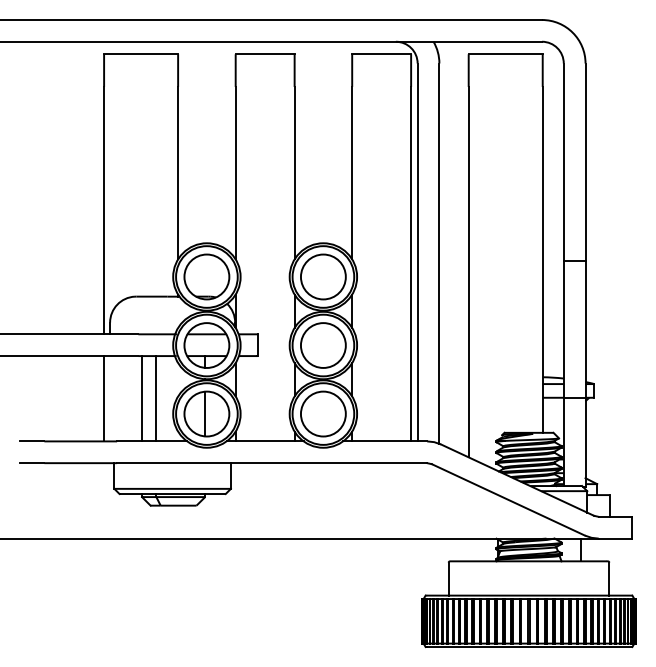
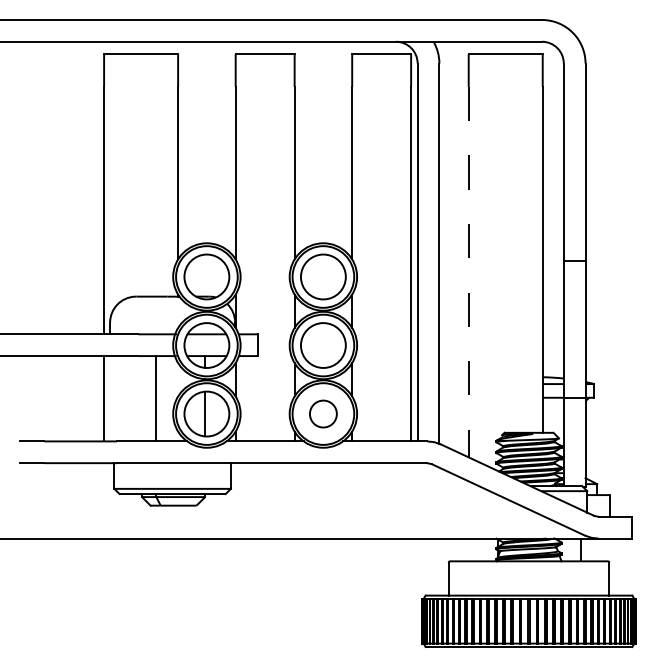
line at (468, 272): solid -> dashed
line at (142, 398): present -> none
circle at (322, 413) diameter: 45 px -> 27 px
